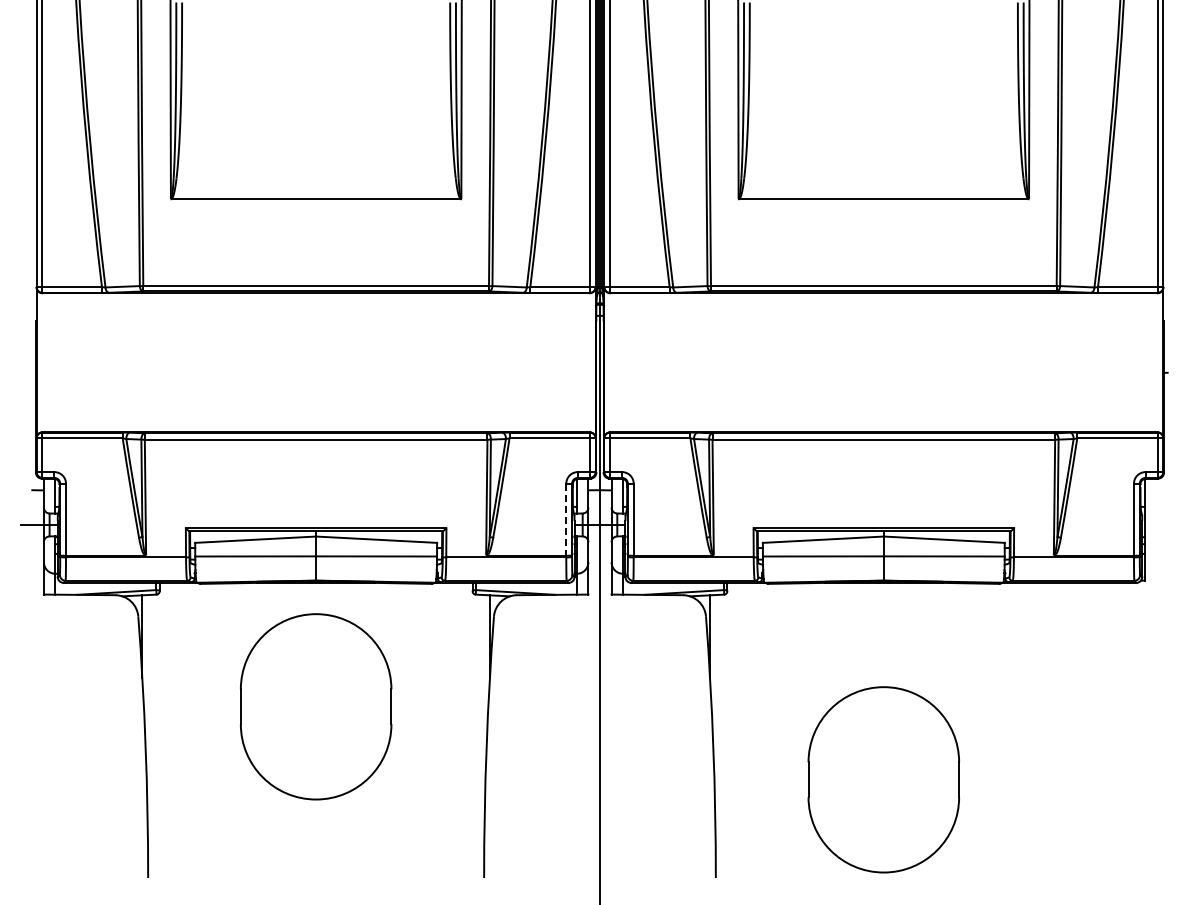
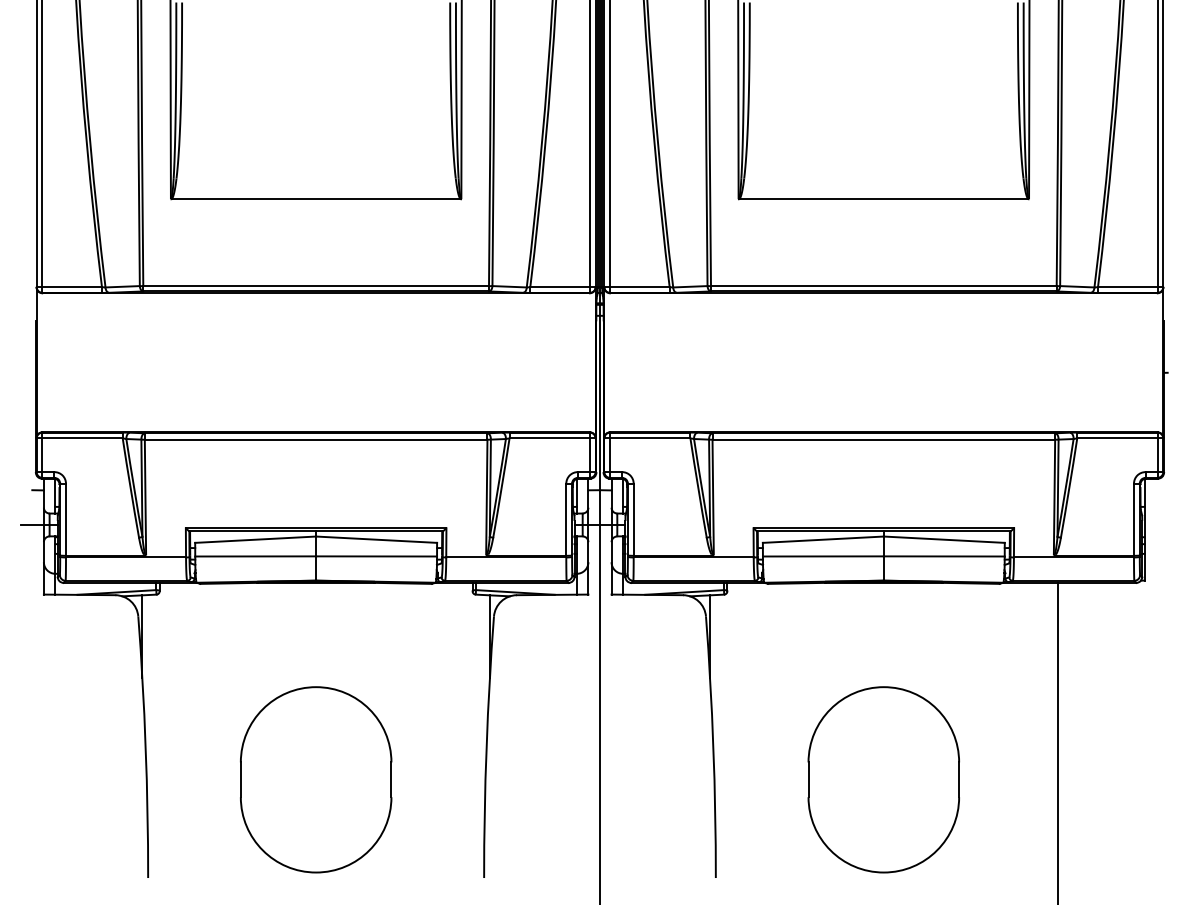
line at (566, 520): dashed -> solid
part at (316, 706) position: (316, 706) -> (316, 779)
line at (1057, 741): none -> present
